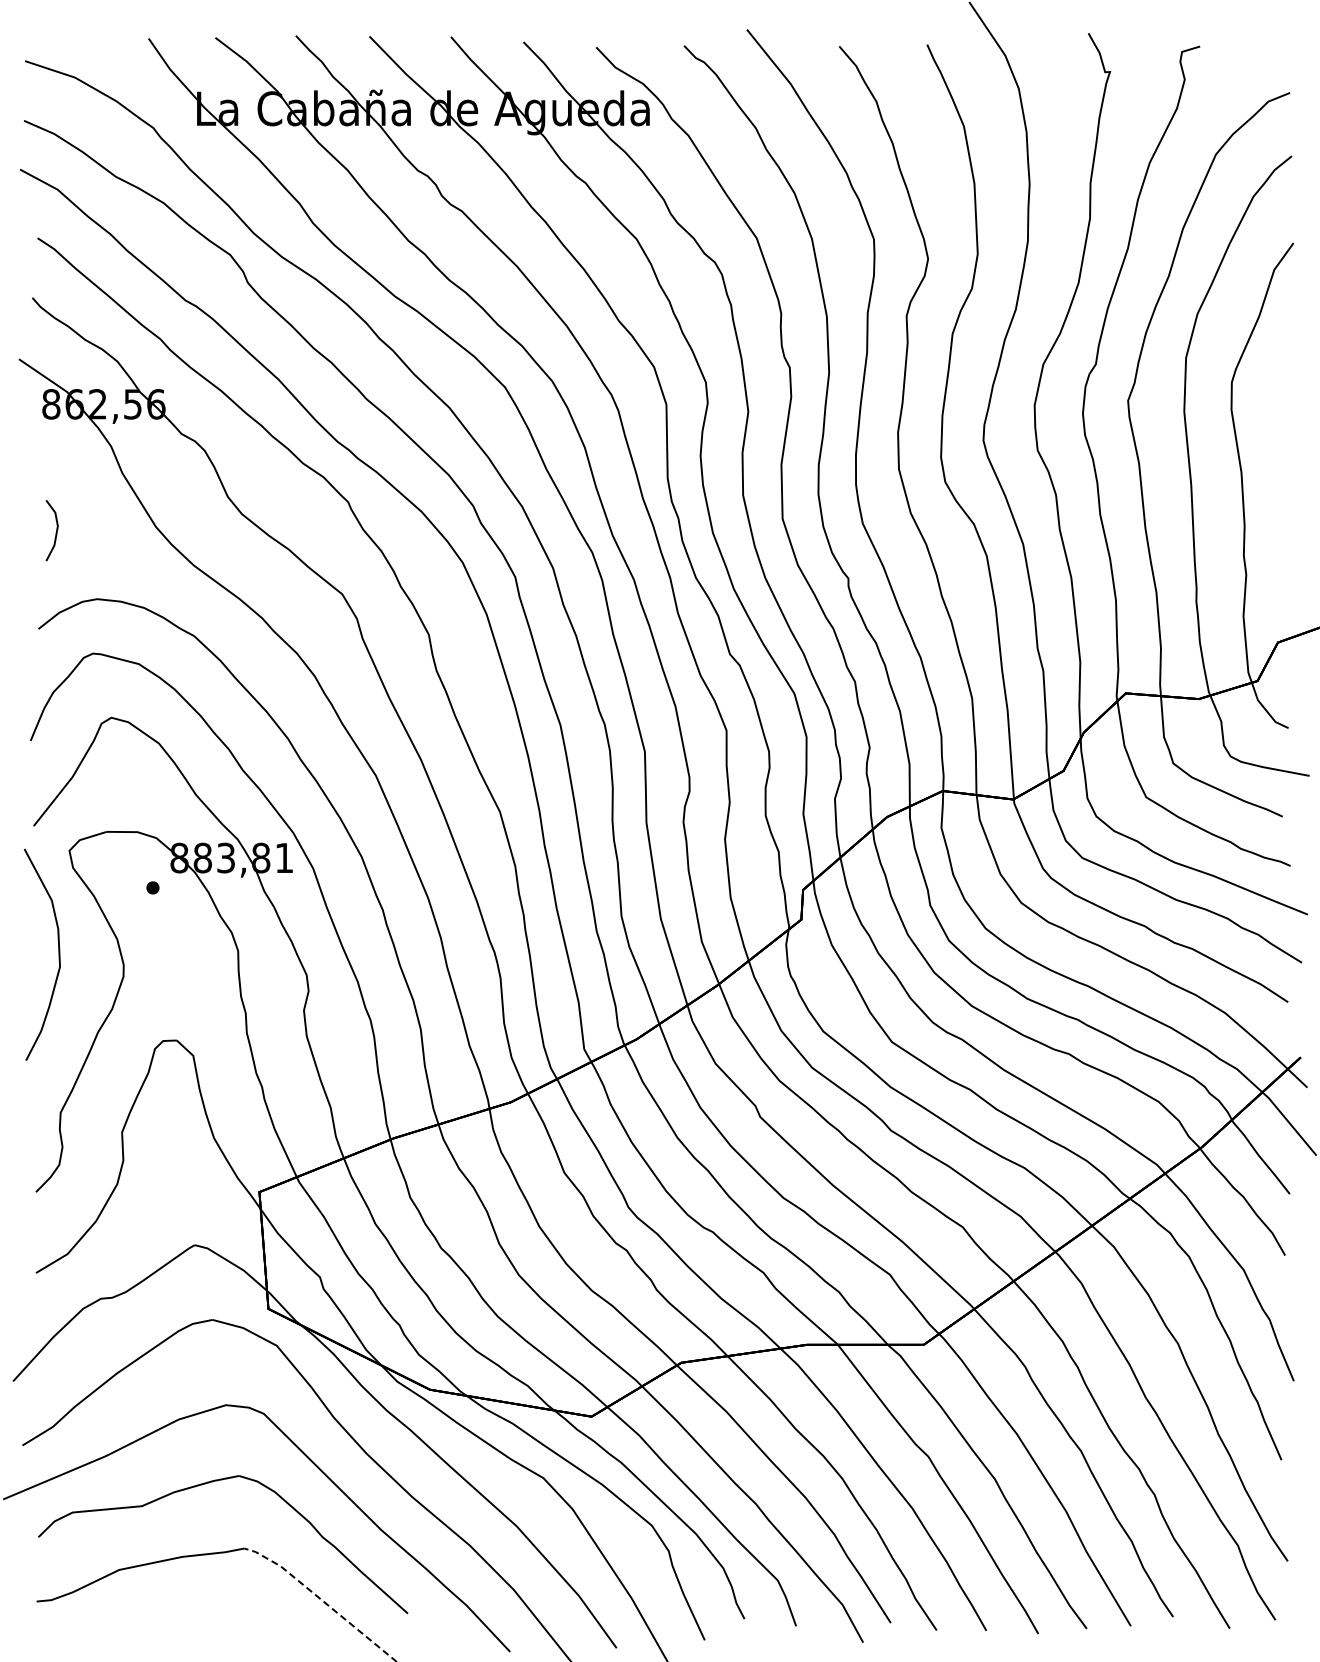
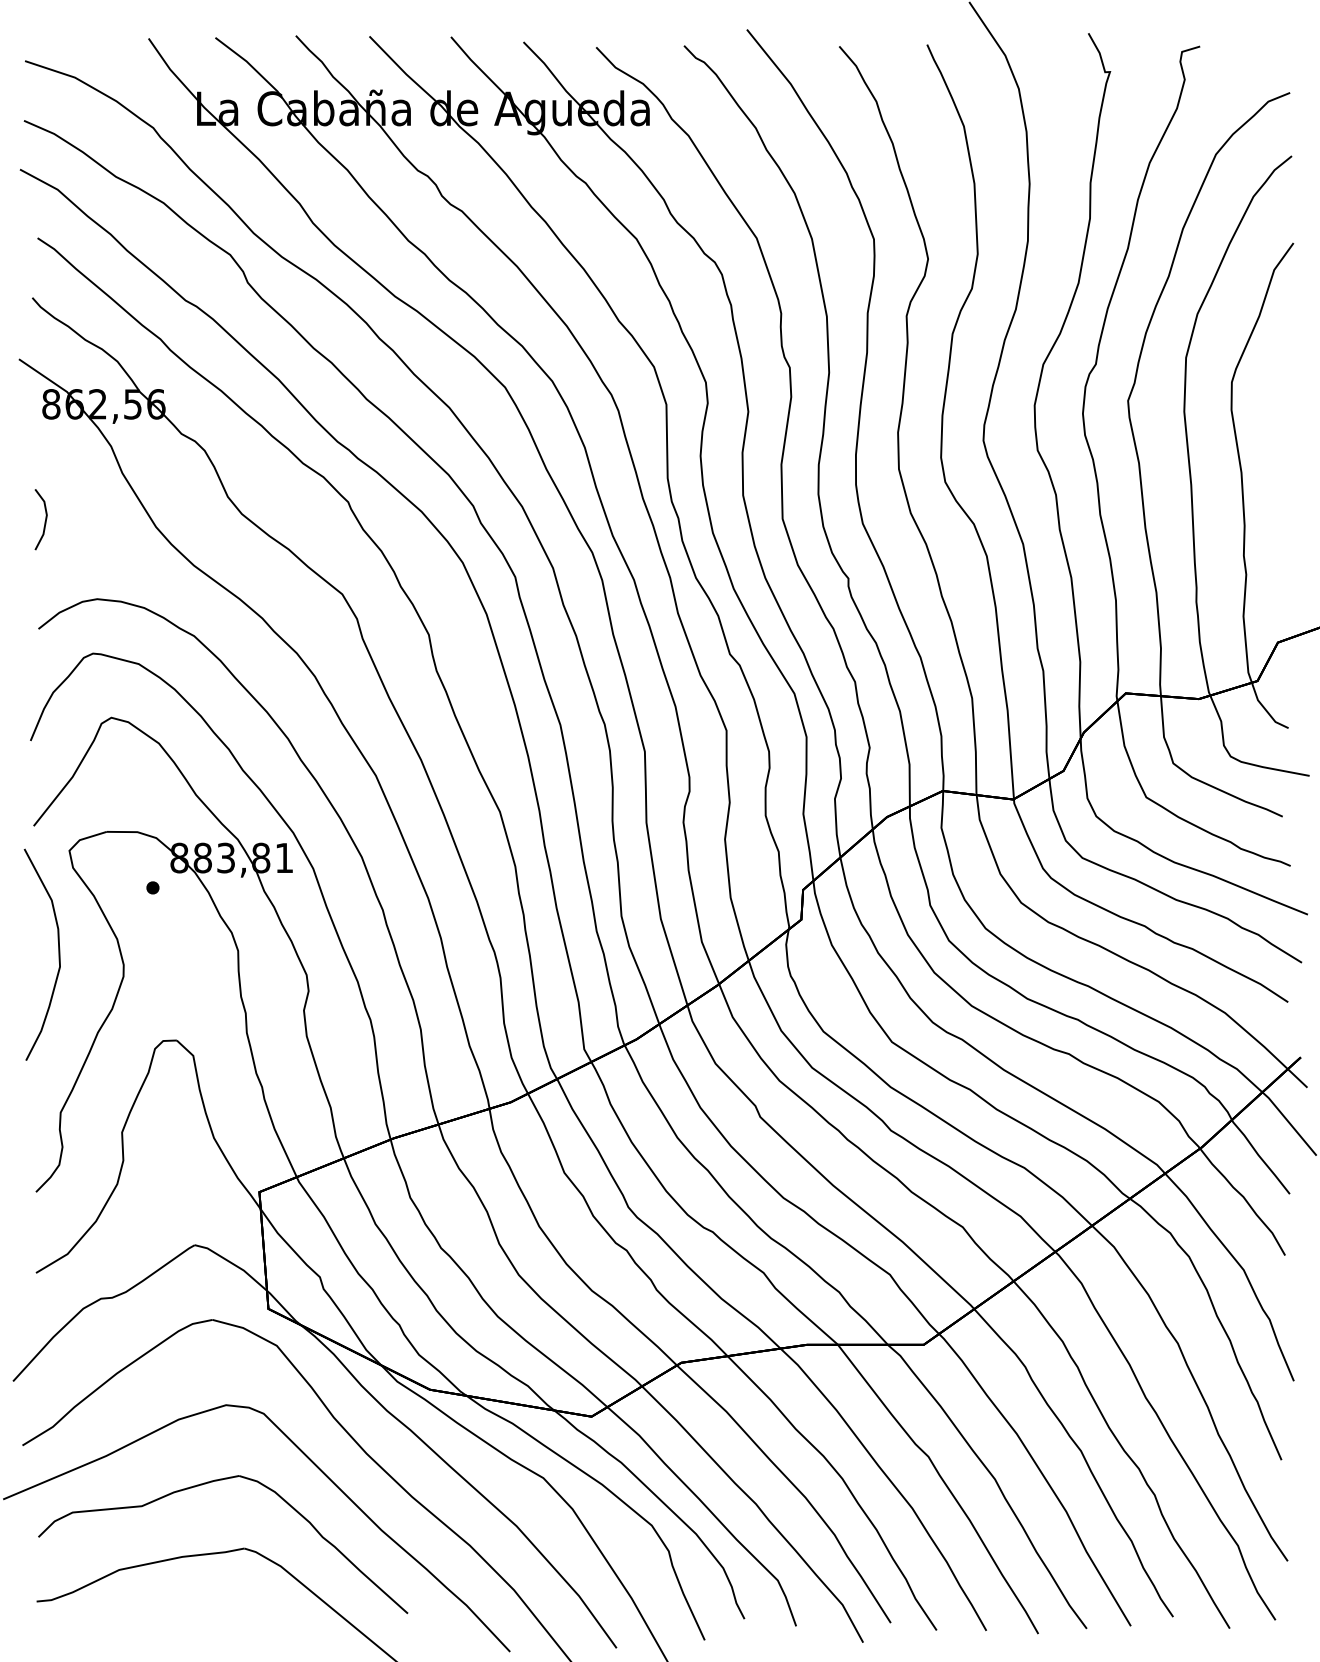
line at (55, 532) position: (55, 532) -> (44, 521)
line at (321, 1599): dashed -> solid
